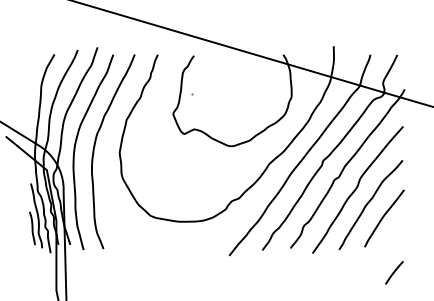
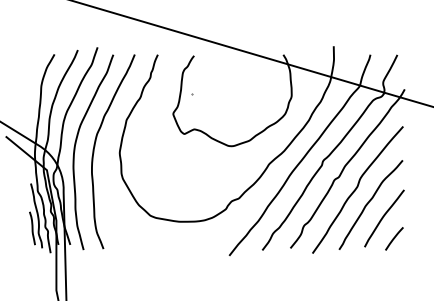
line at (394, 272) position: (394, 272) -> (394, 238)
